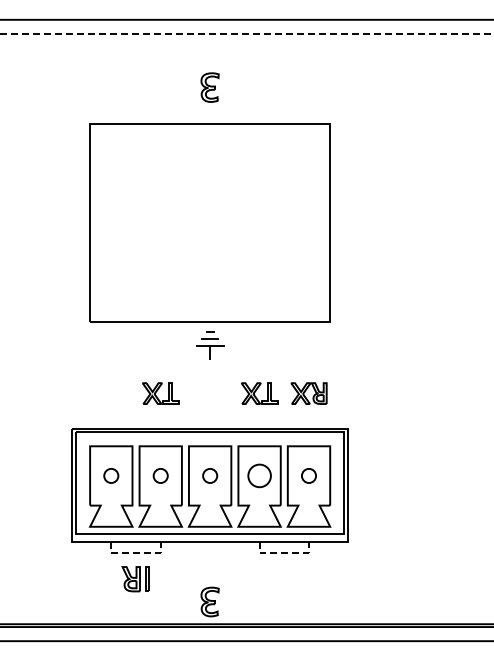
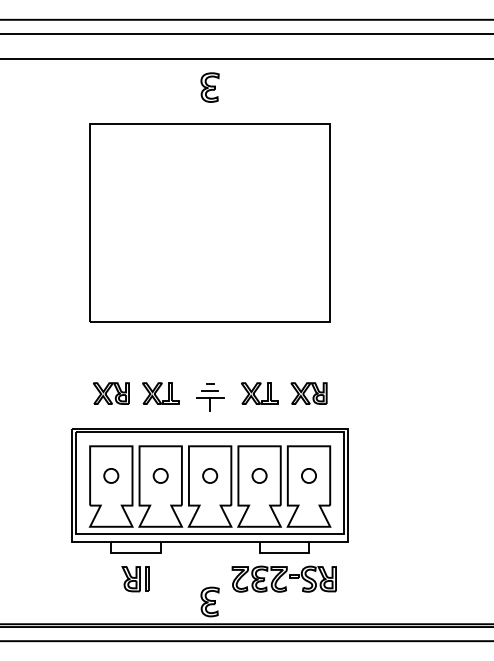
line at (246, 33): dashed -> solid
line at (246, 58): none -> present
part at (210, 345) position: (210, 345) -> (210, 397)
part at (111, 393): none -> present
part at (259, 475) size: 25x26 px -> 17x16 px
line at (136, 552): dashed -> solid
line at (284, 552): dashed -> solid
part at (283, 578): none -> present
